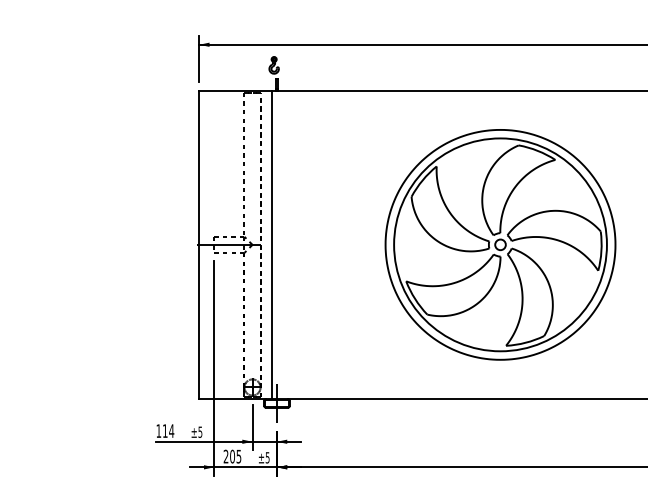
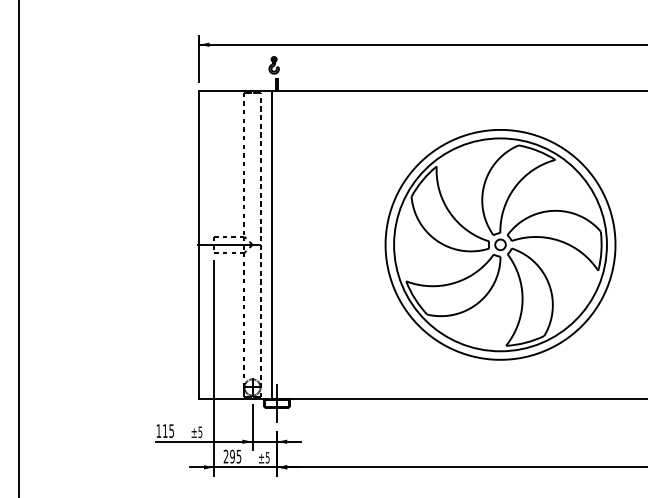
line at (19, 248): none -> present
text at (171, 430): 114 -> 115
text at (232, 456): 205 -> 295
